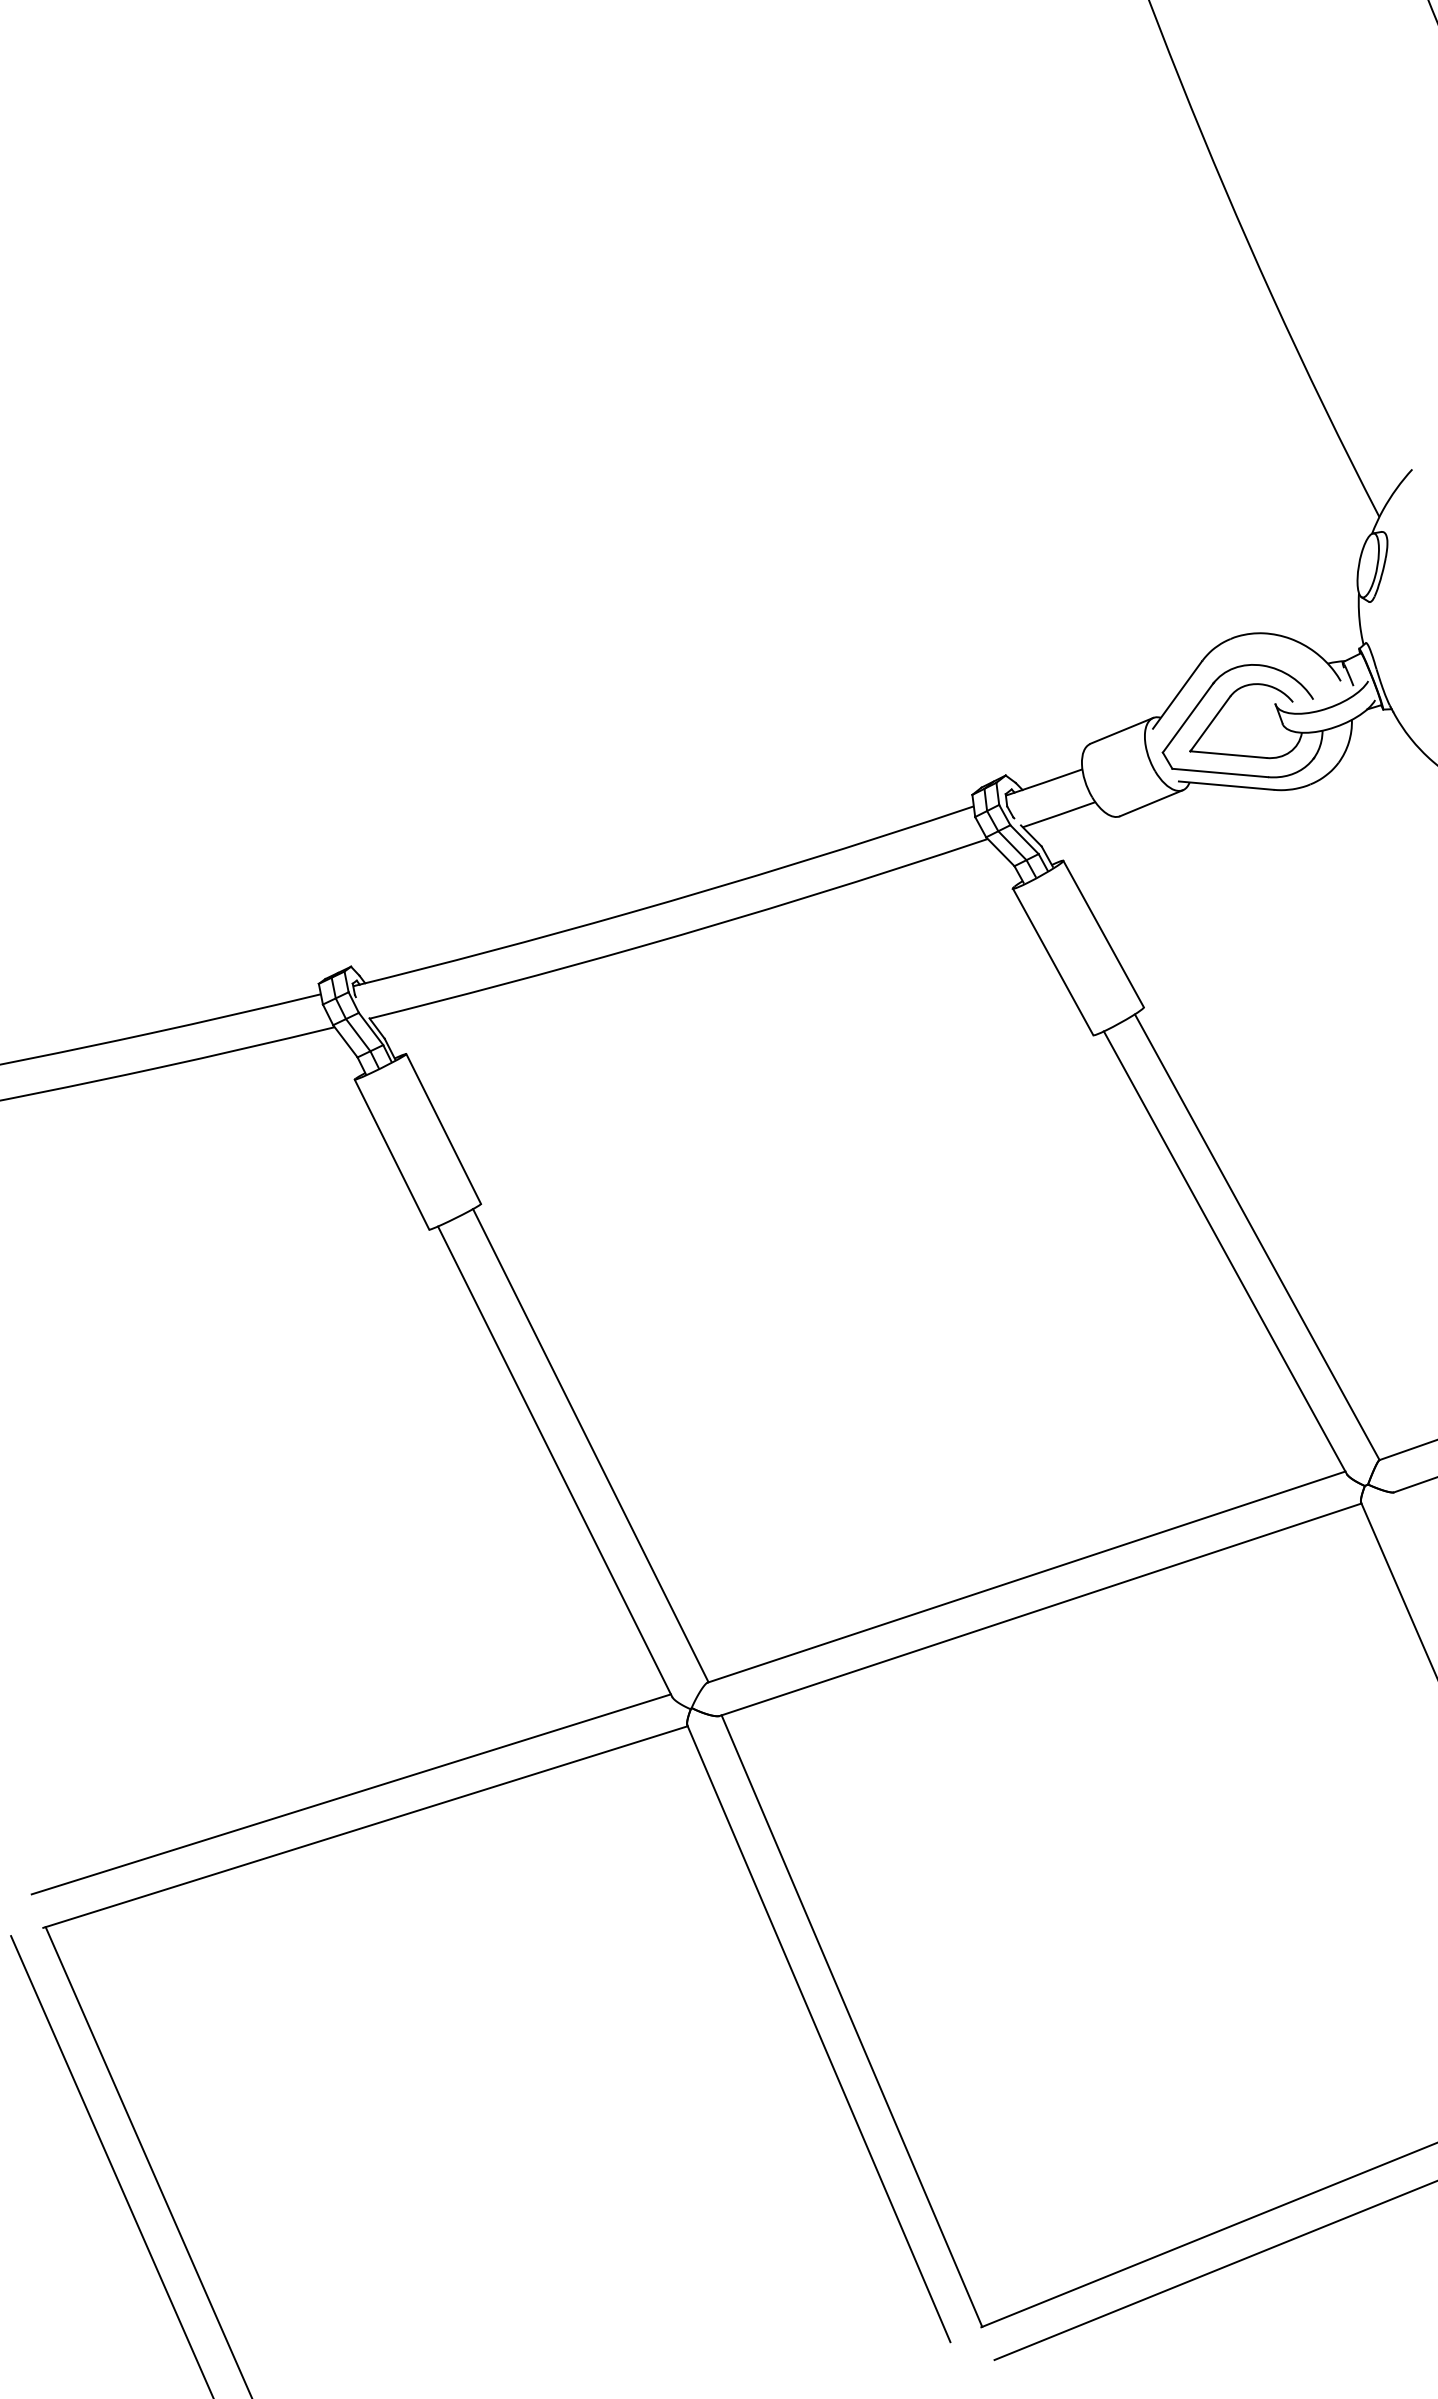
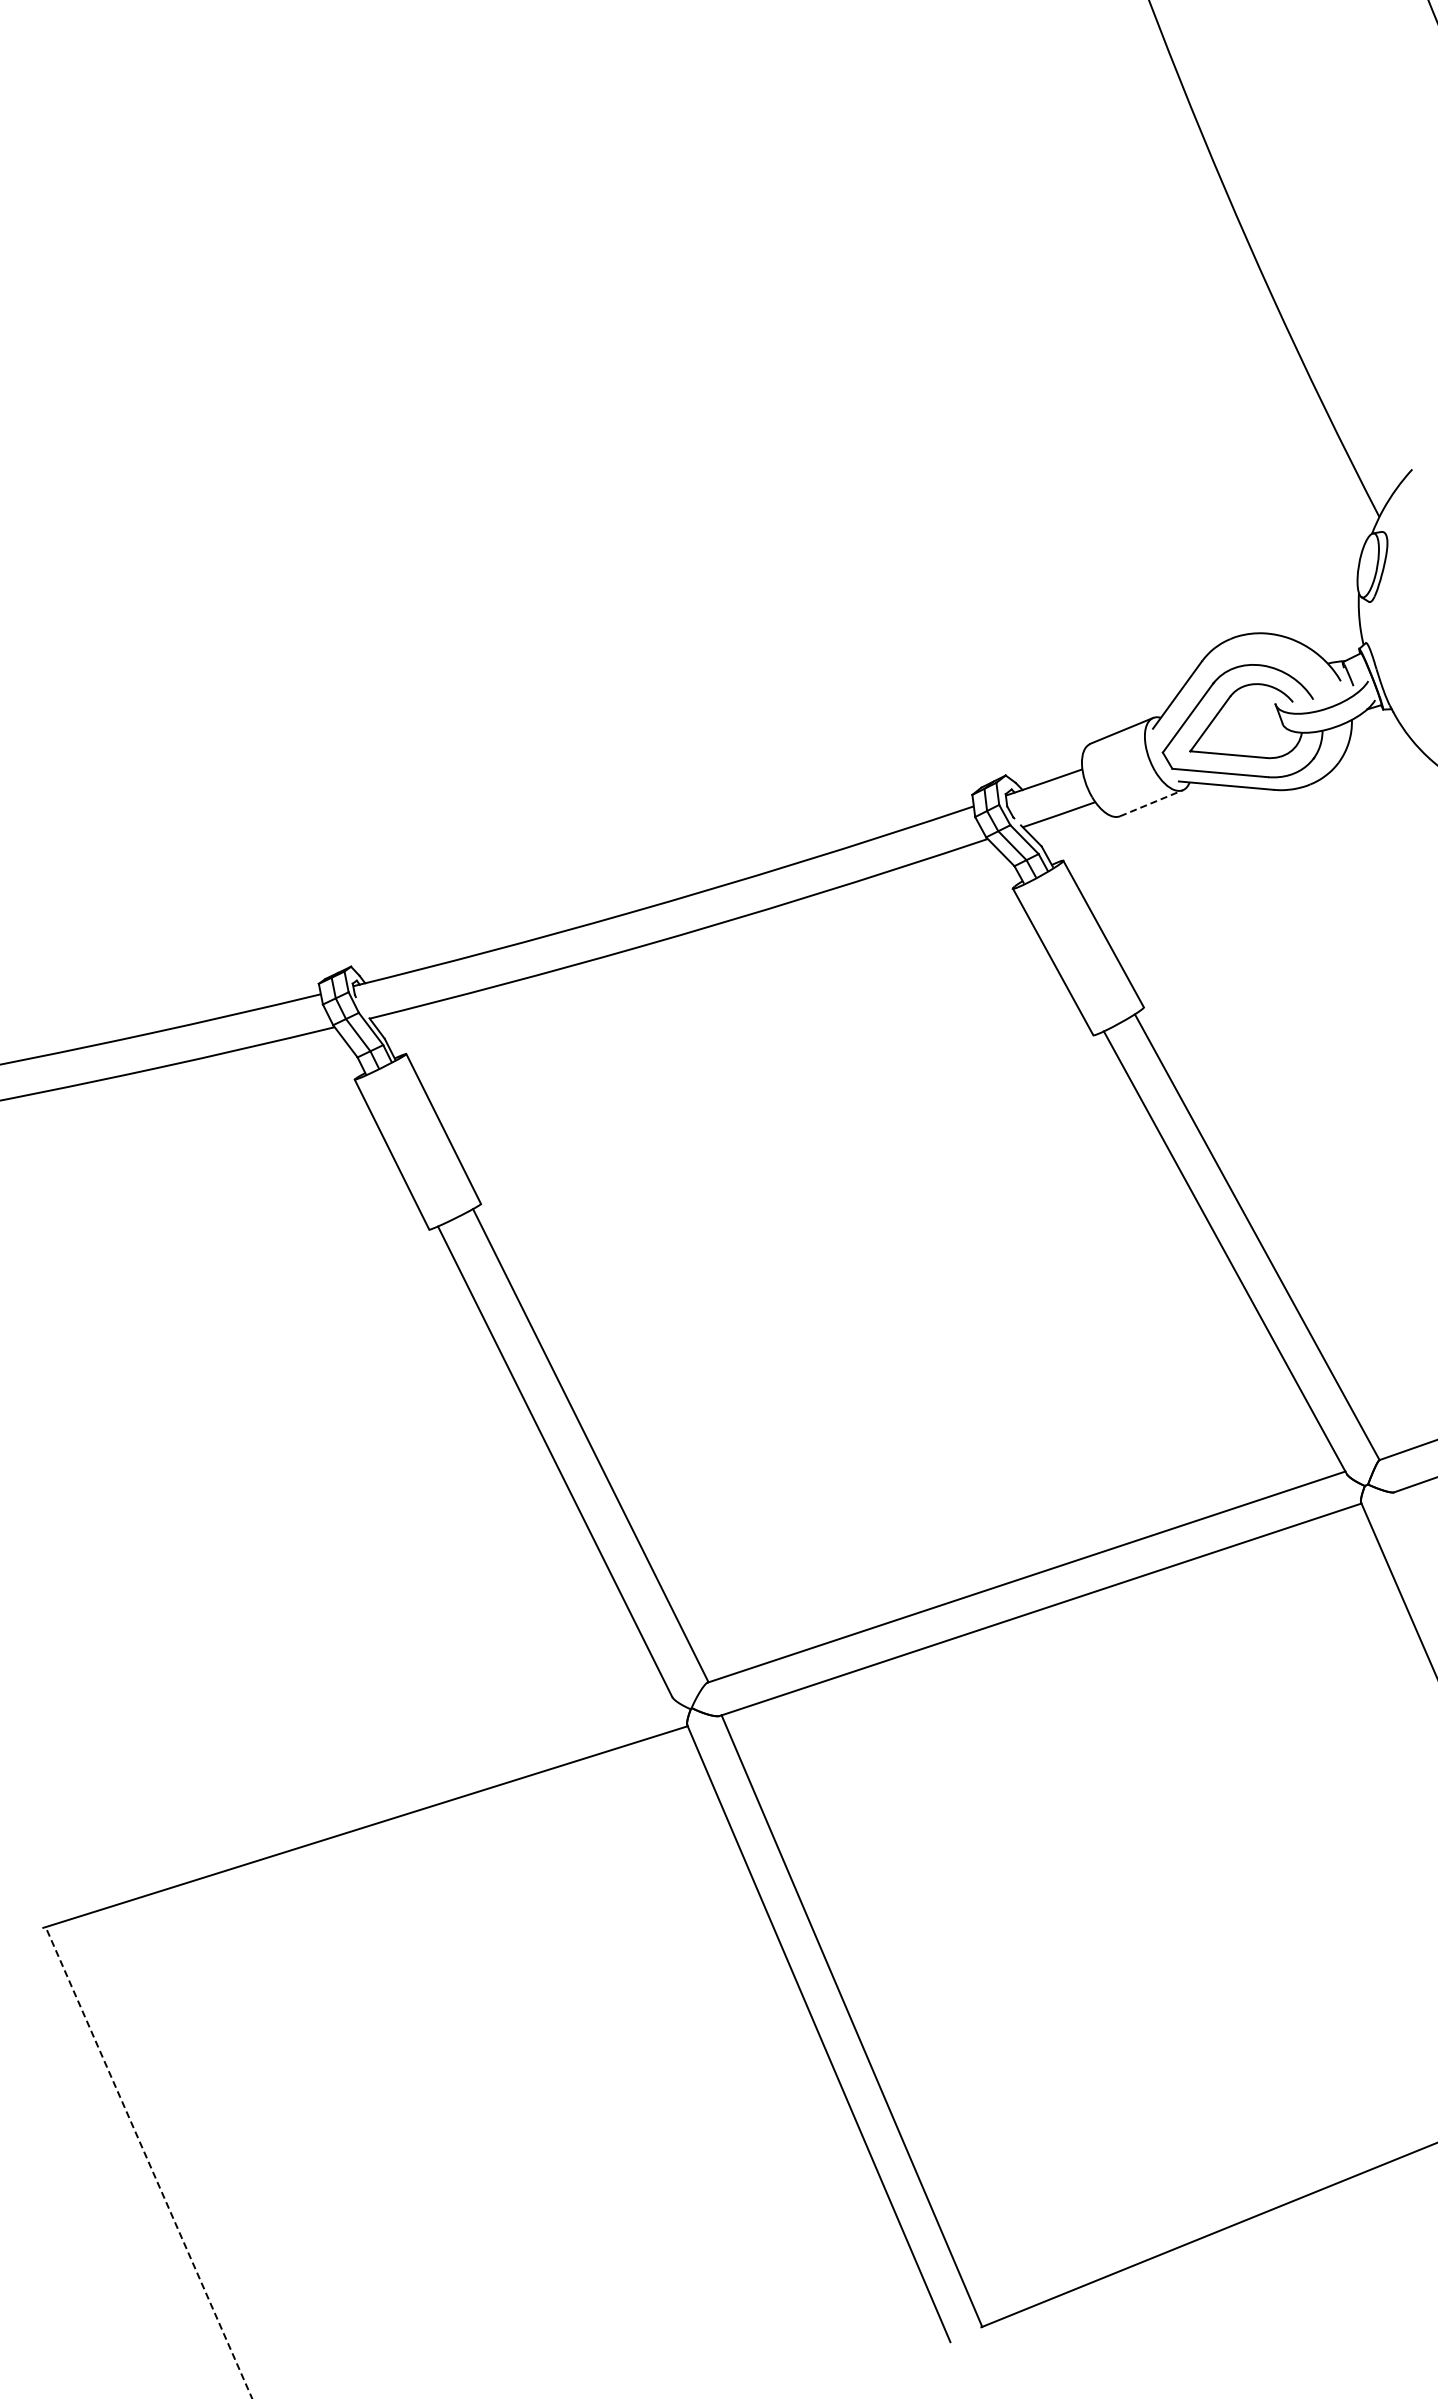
line at (1151, 803): solid -> dashed
line at (350, 1794): present -> none
line at (148, 2162): solid -> dashed
line at (111, 2165): present -> none
line at (1214, 2271): present -> none
